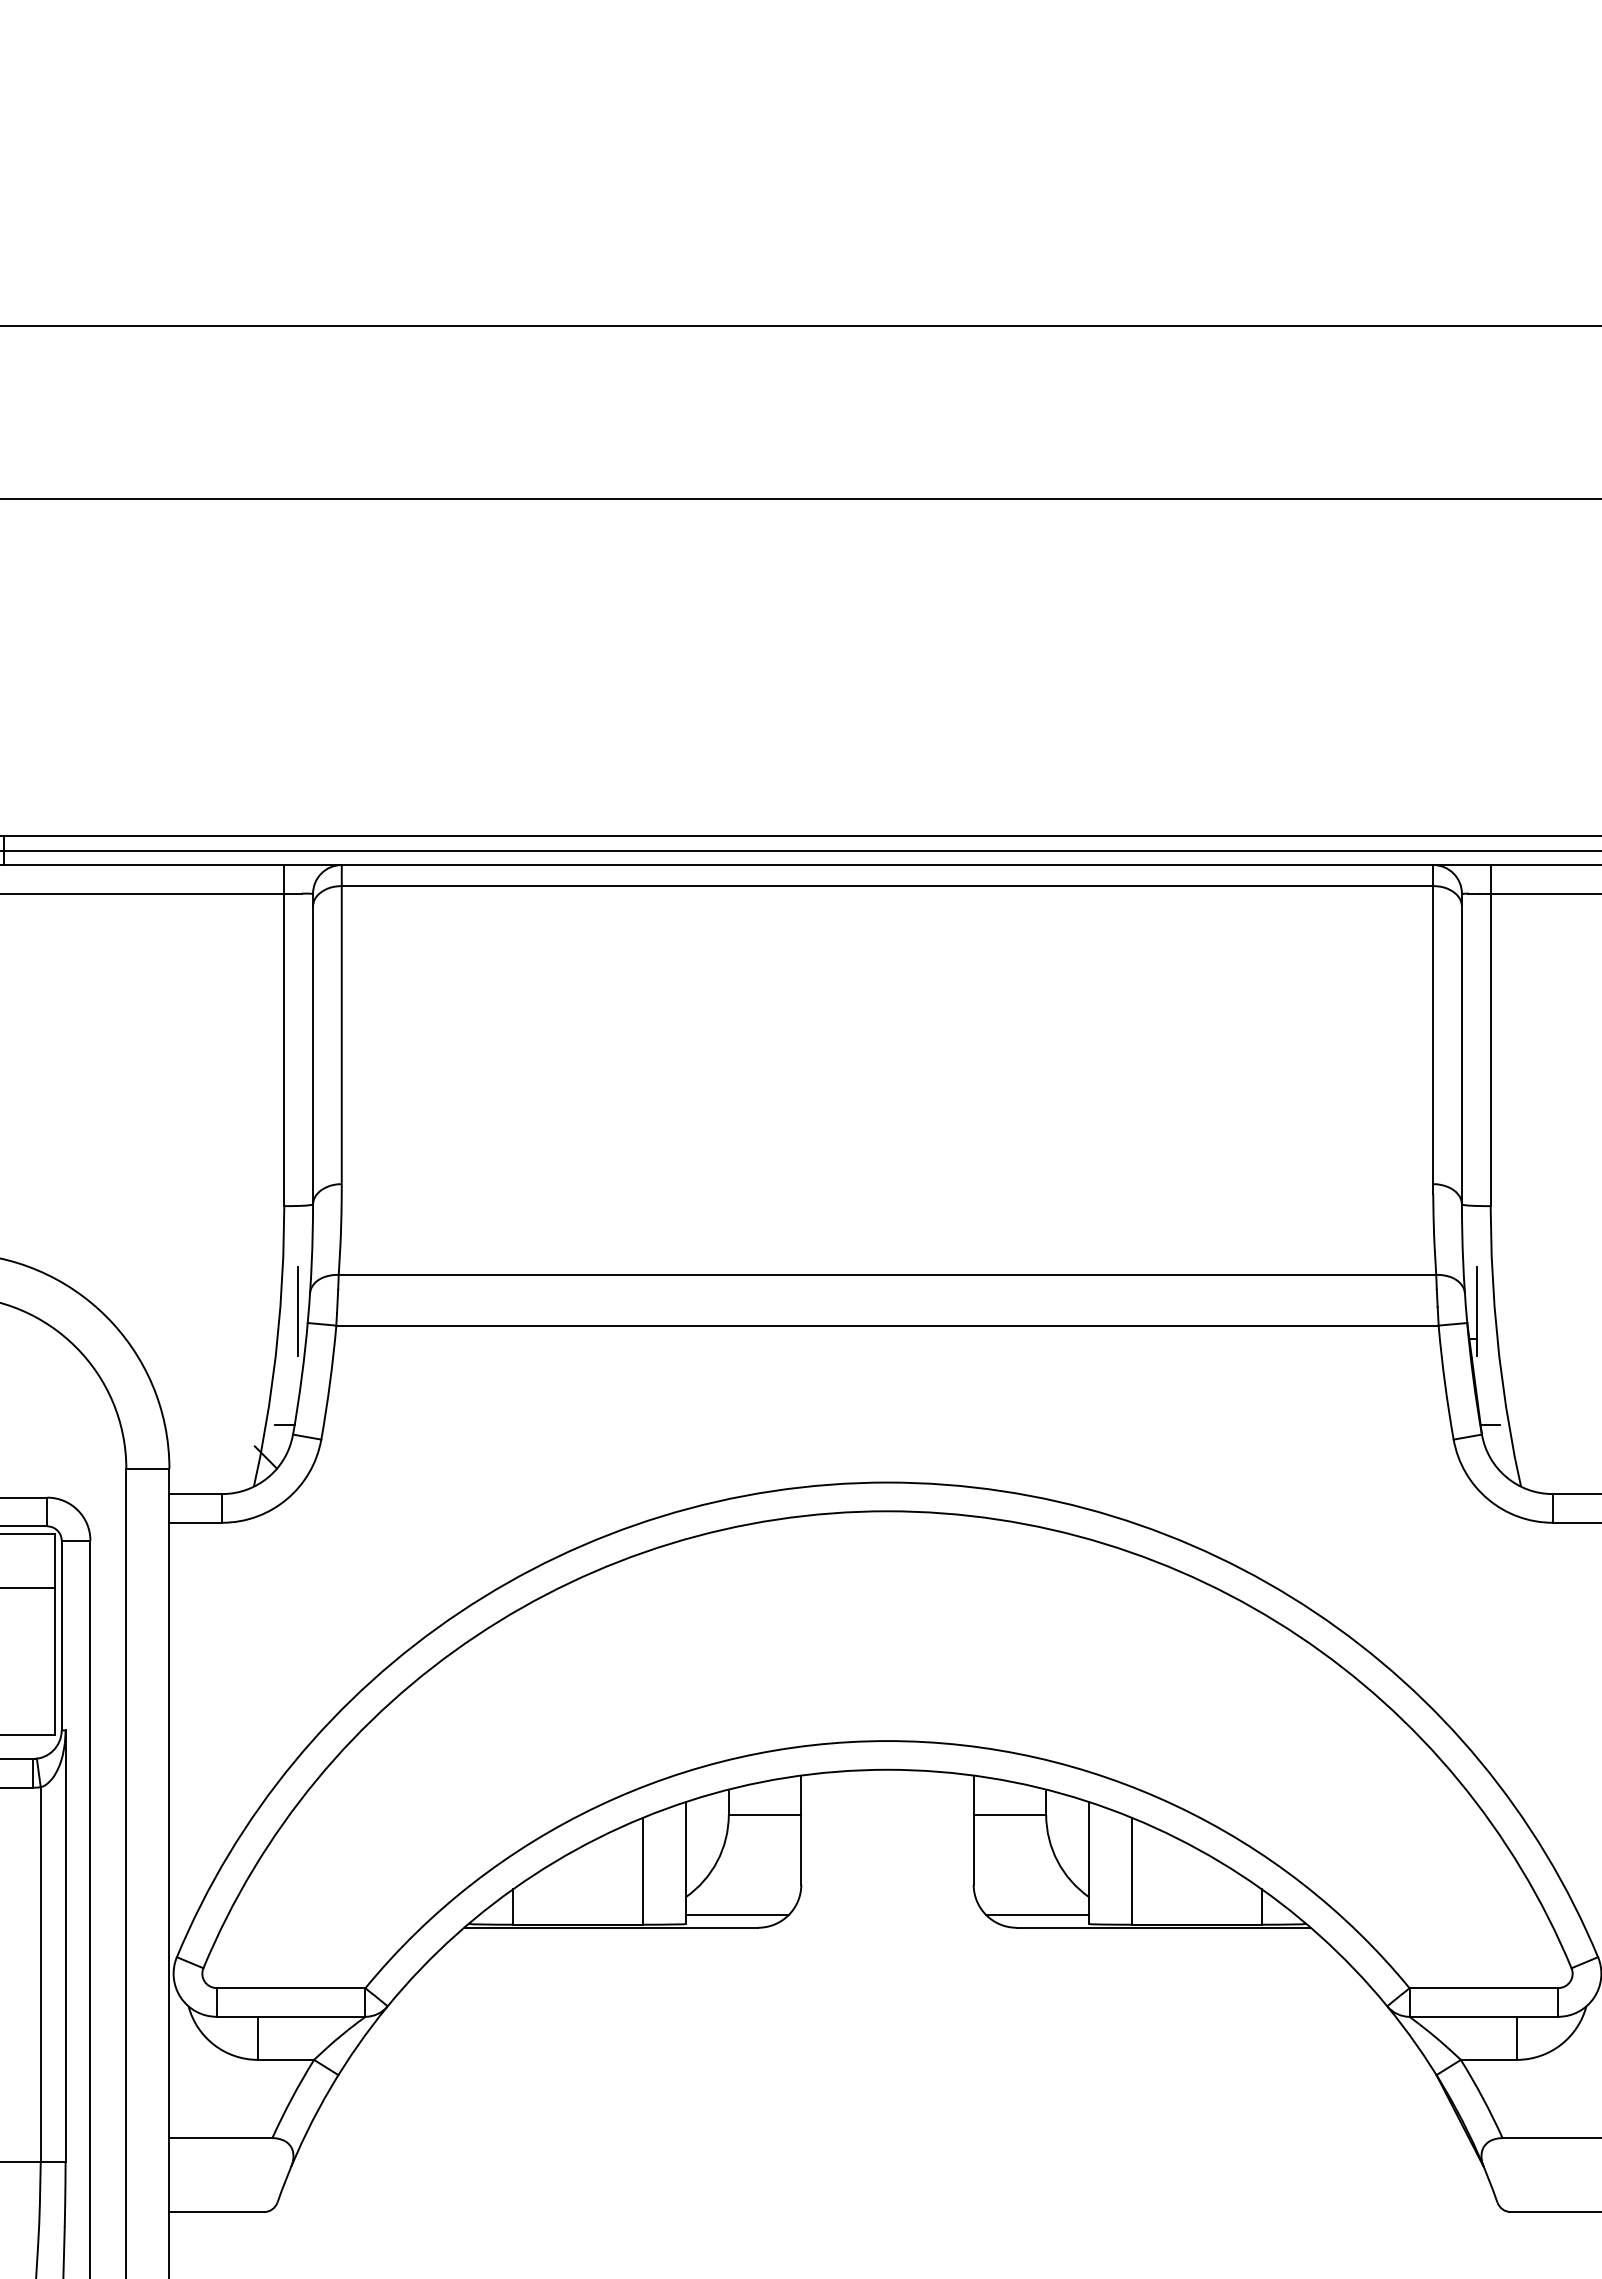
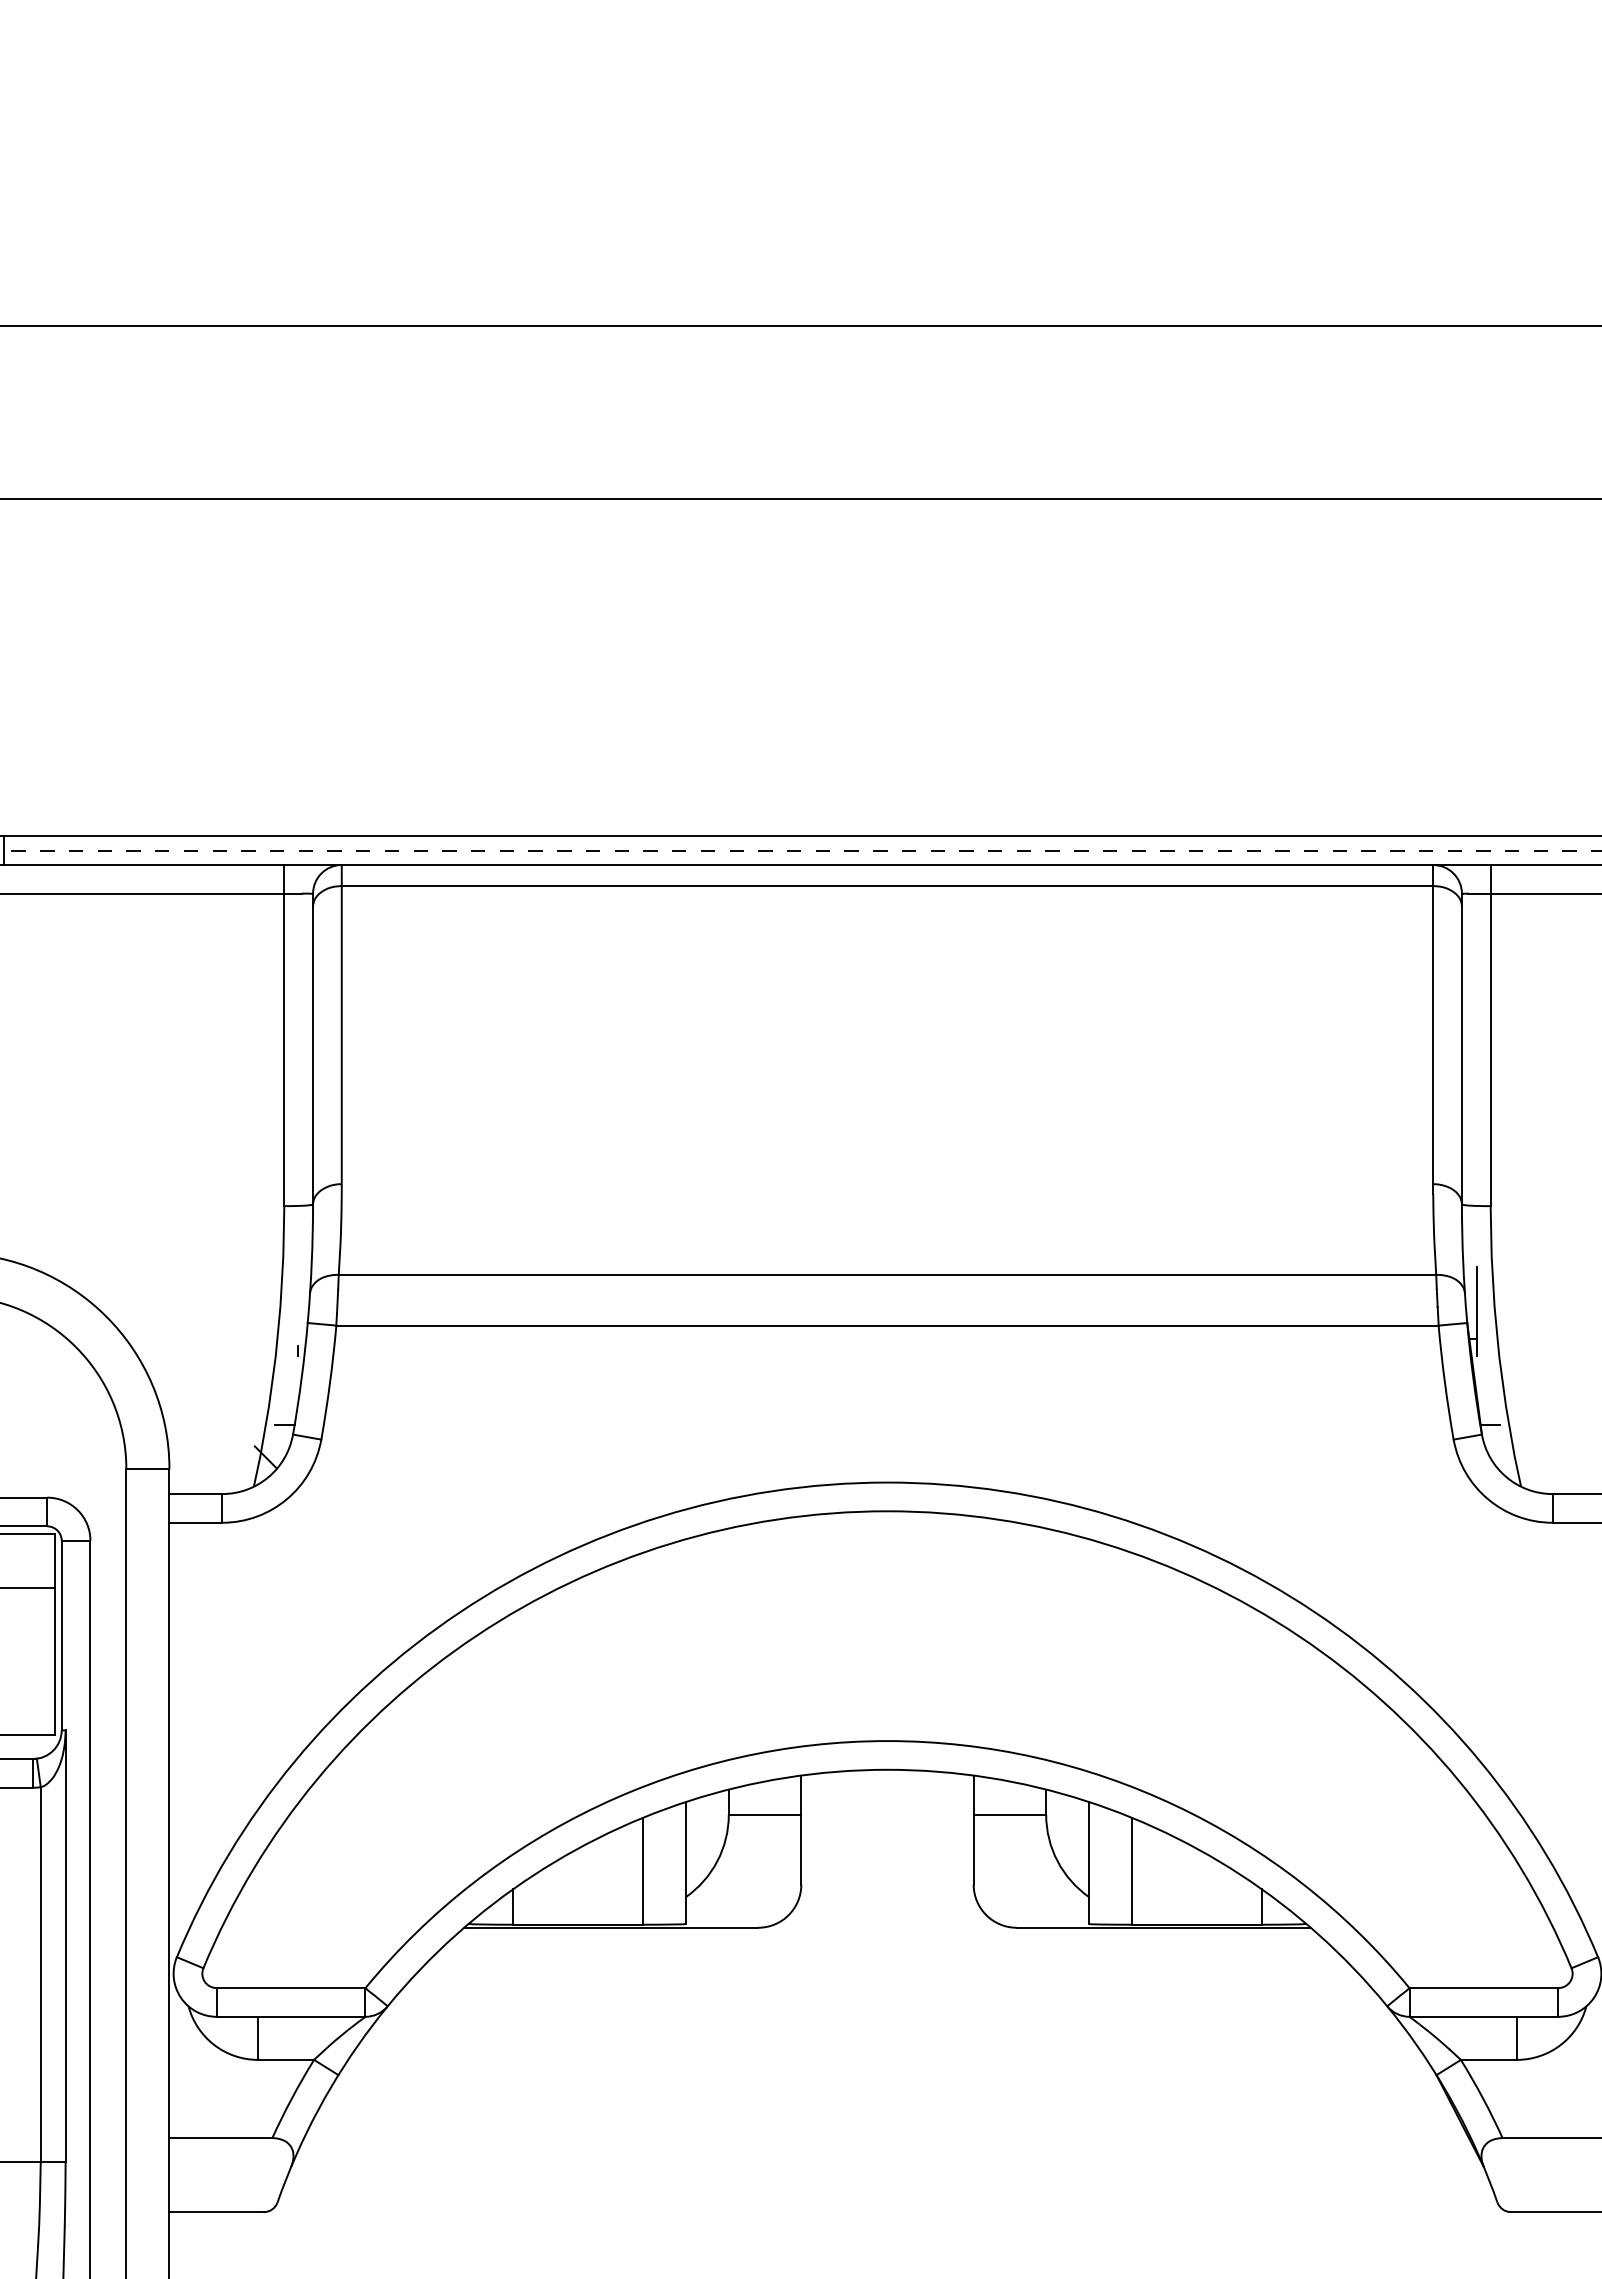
line at (801, 850): solid -> dashed
line at (297, 1305): present -> none
line at (736, 1915): present -> none
line at (1037, 1915): present -> none
